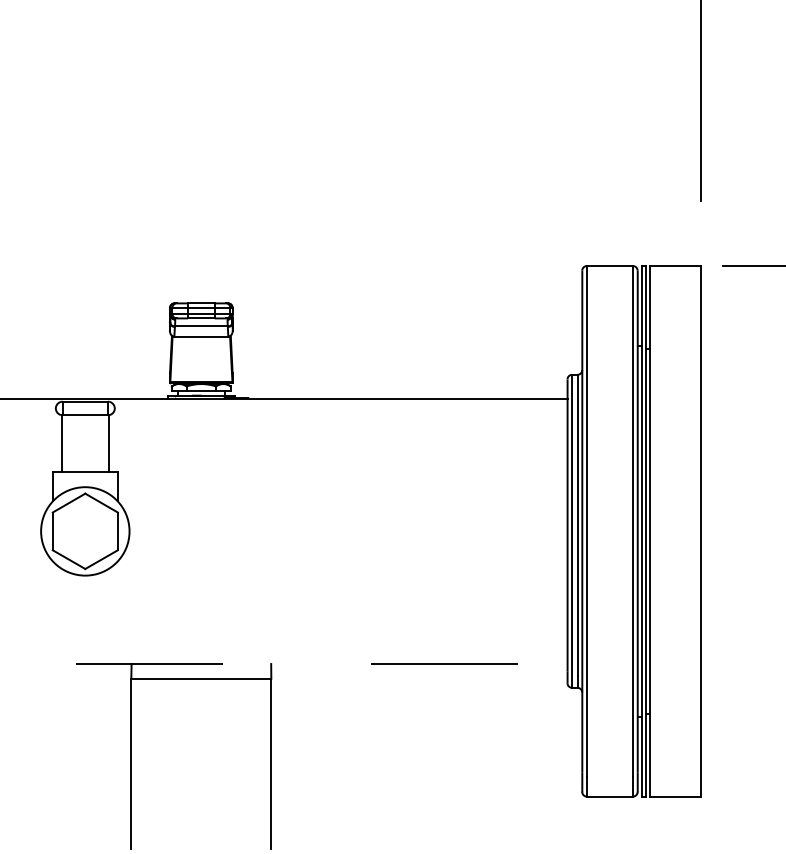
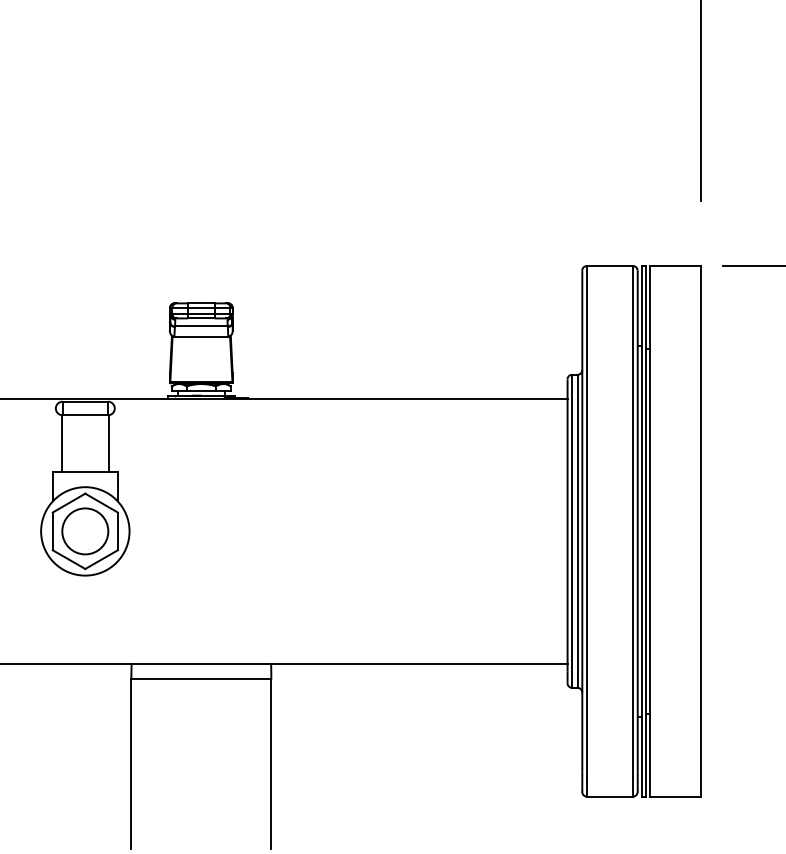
circle at (85, 531): none -> present
line at (284, 664): dashed -> solid
